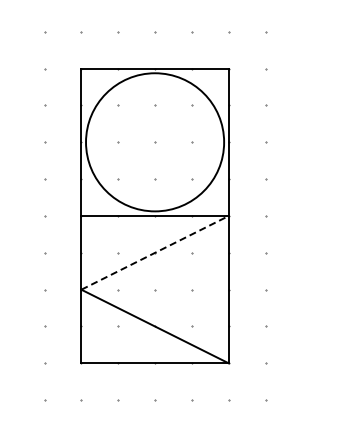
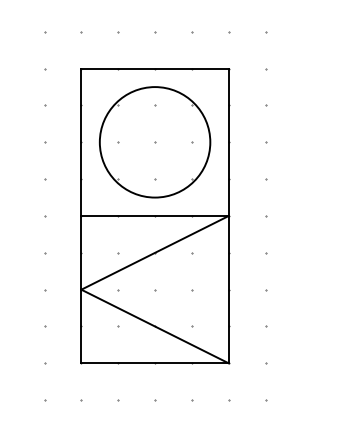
circle at (155, 142) diameter: 138 px -> 110 px
line at (155, 252): dashed -> solid
